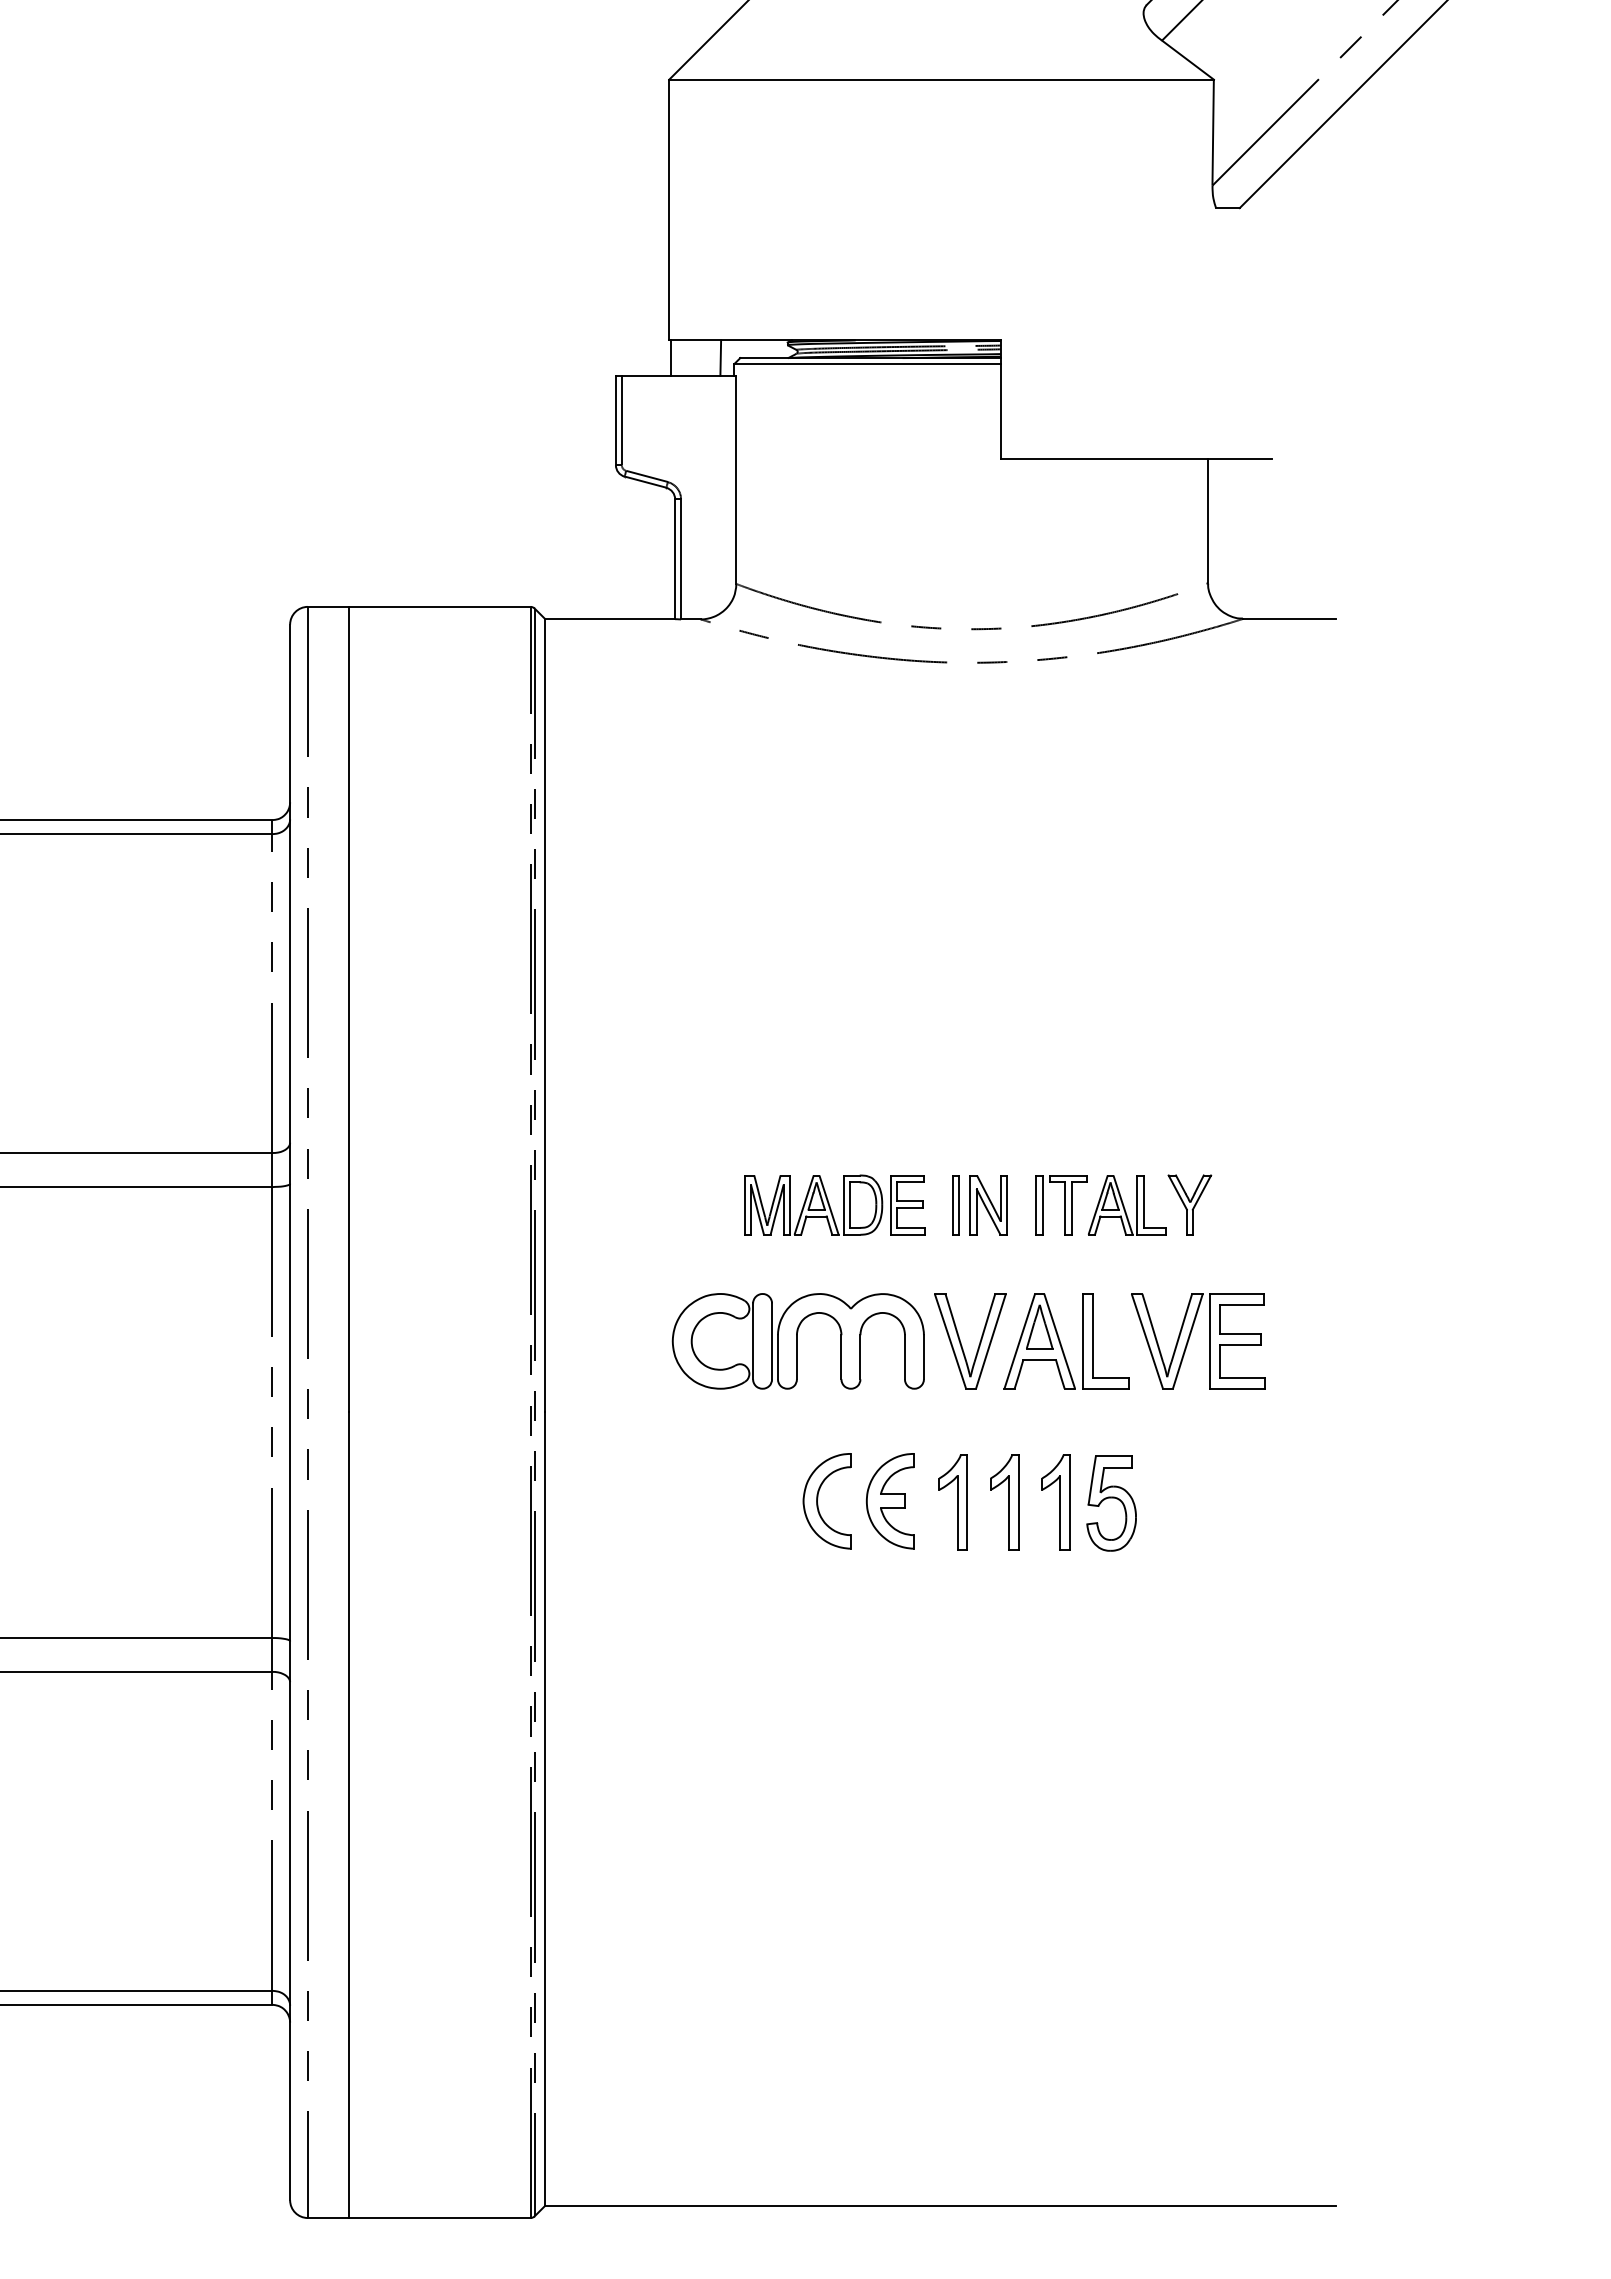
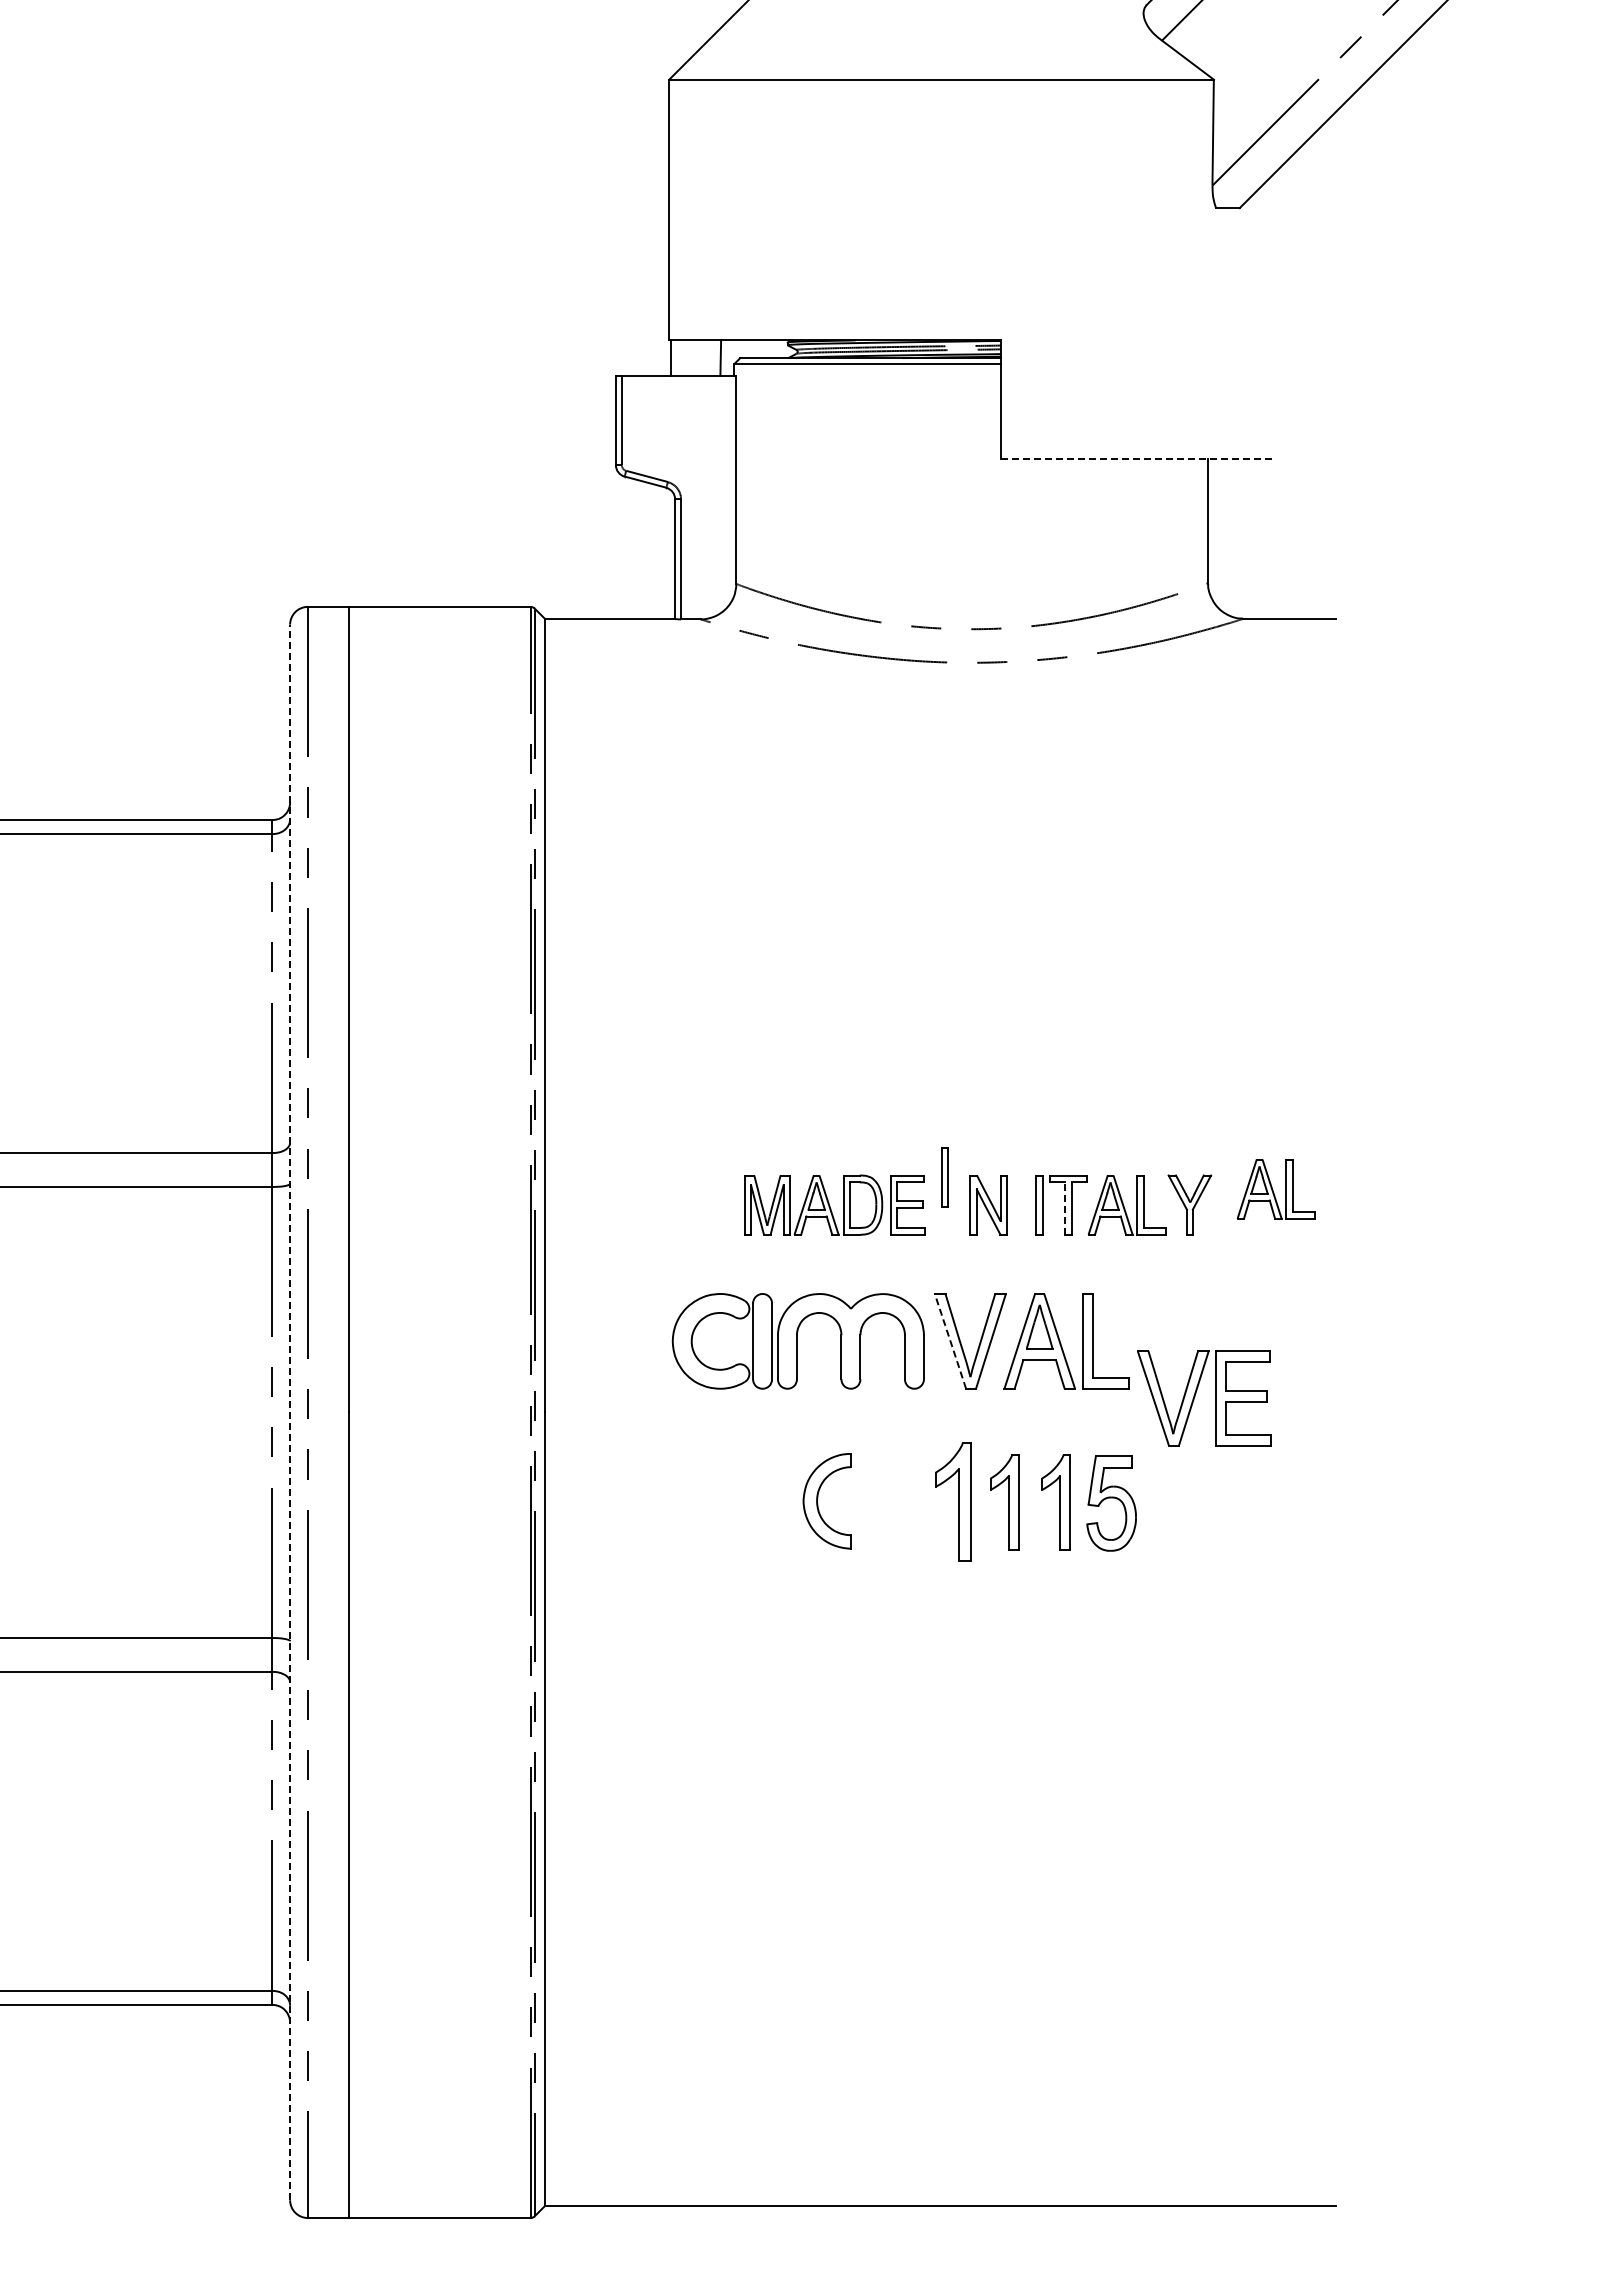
line at (1136, 458): solid -> dashed
part at (1275, 1189): none -> present
part at (955, 1205) position: (955, 1205) -> (944, 1177)
line at (1065, 1208): solid -> dashed
part at (1189, 1340) position: (1189, 1340) -> (1195, 1397)
line at (950, 1341): solid -> dashed
line at (290, 1412): solid -> dashed
part at (889, 1501): present -> none
part at (952, 1502) size: 30x97 px -> 37x120 px
